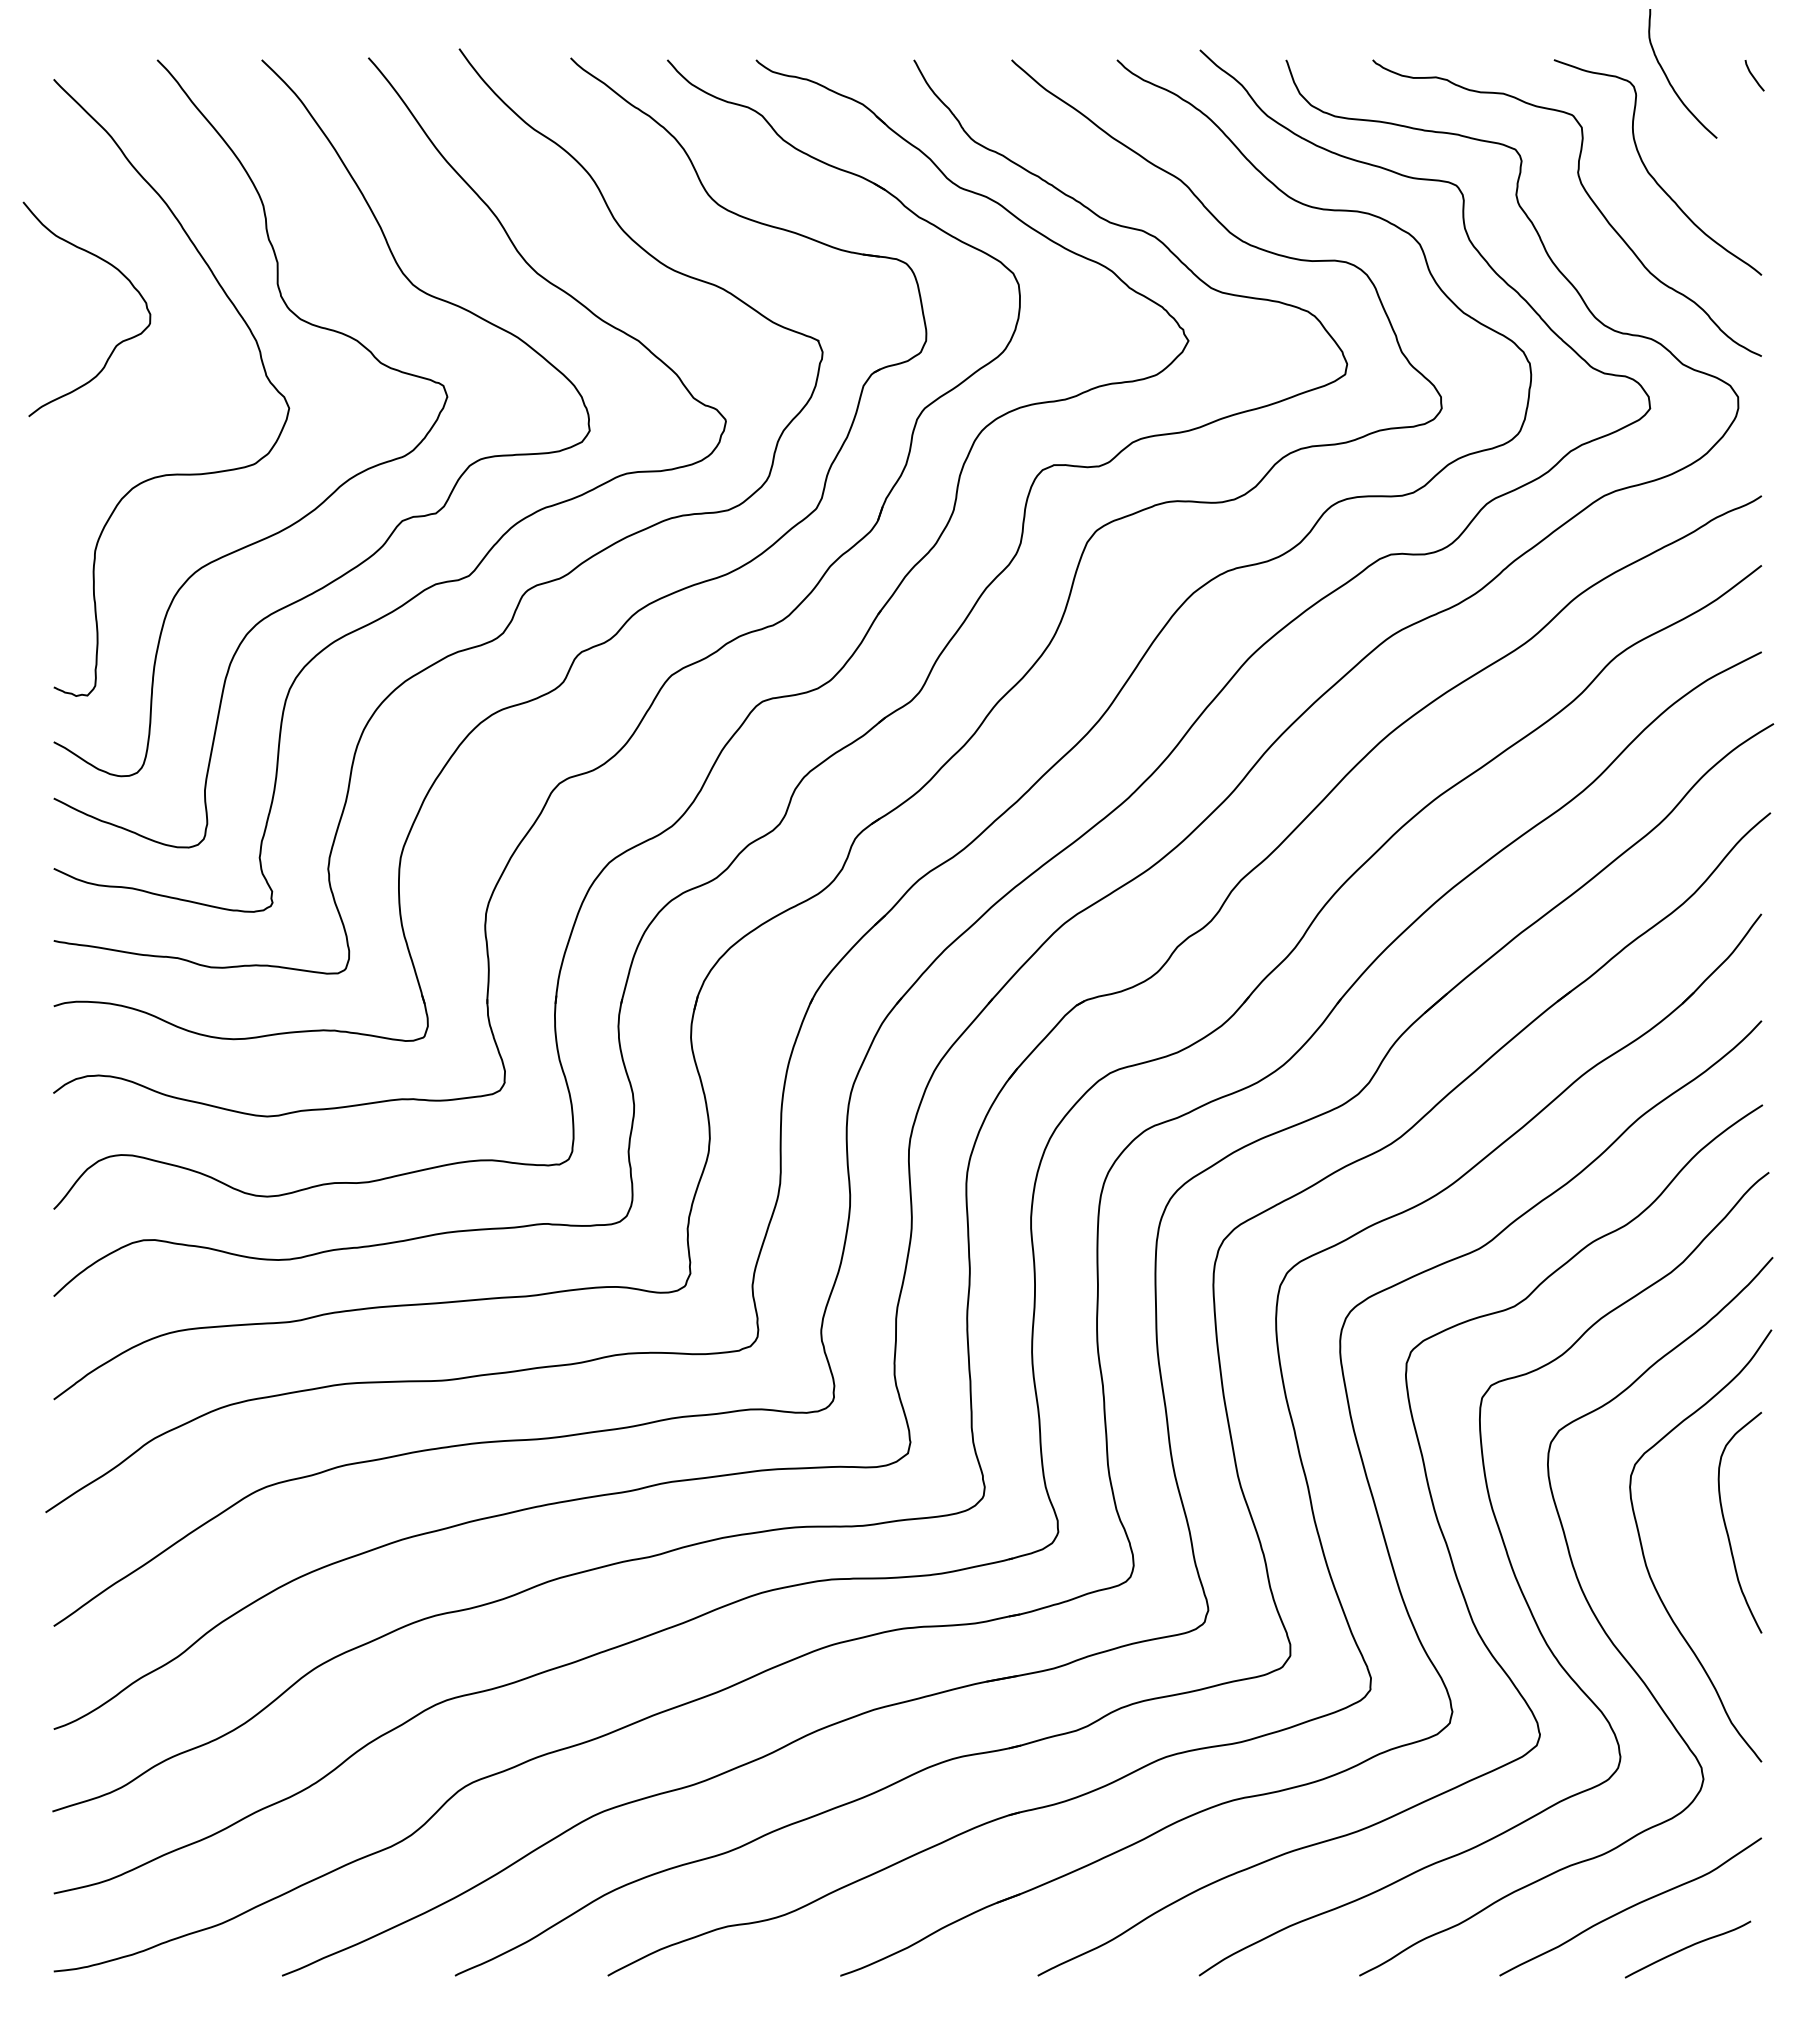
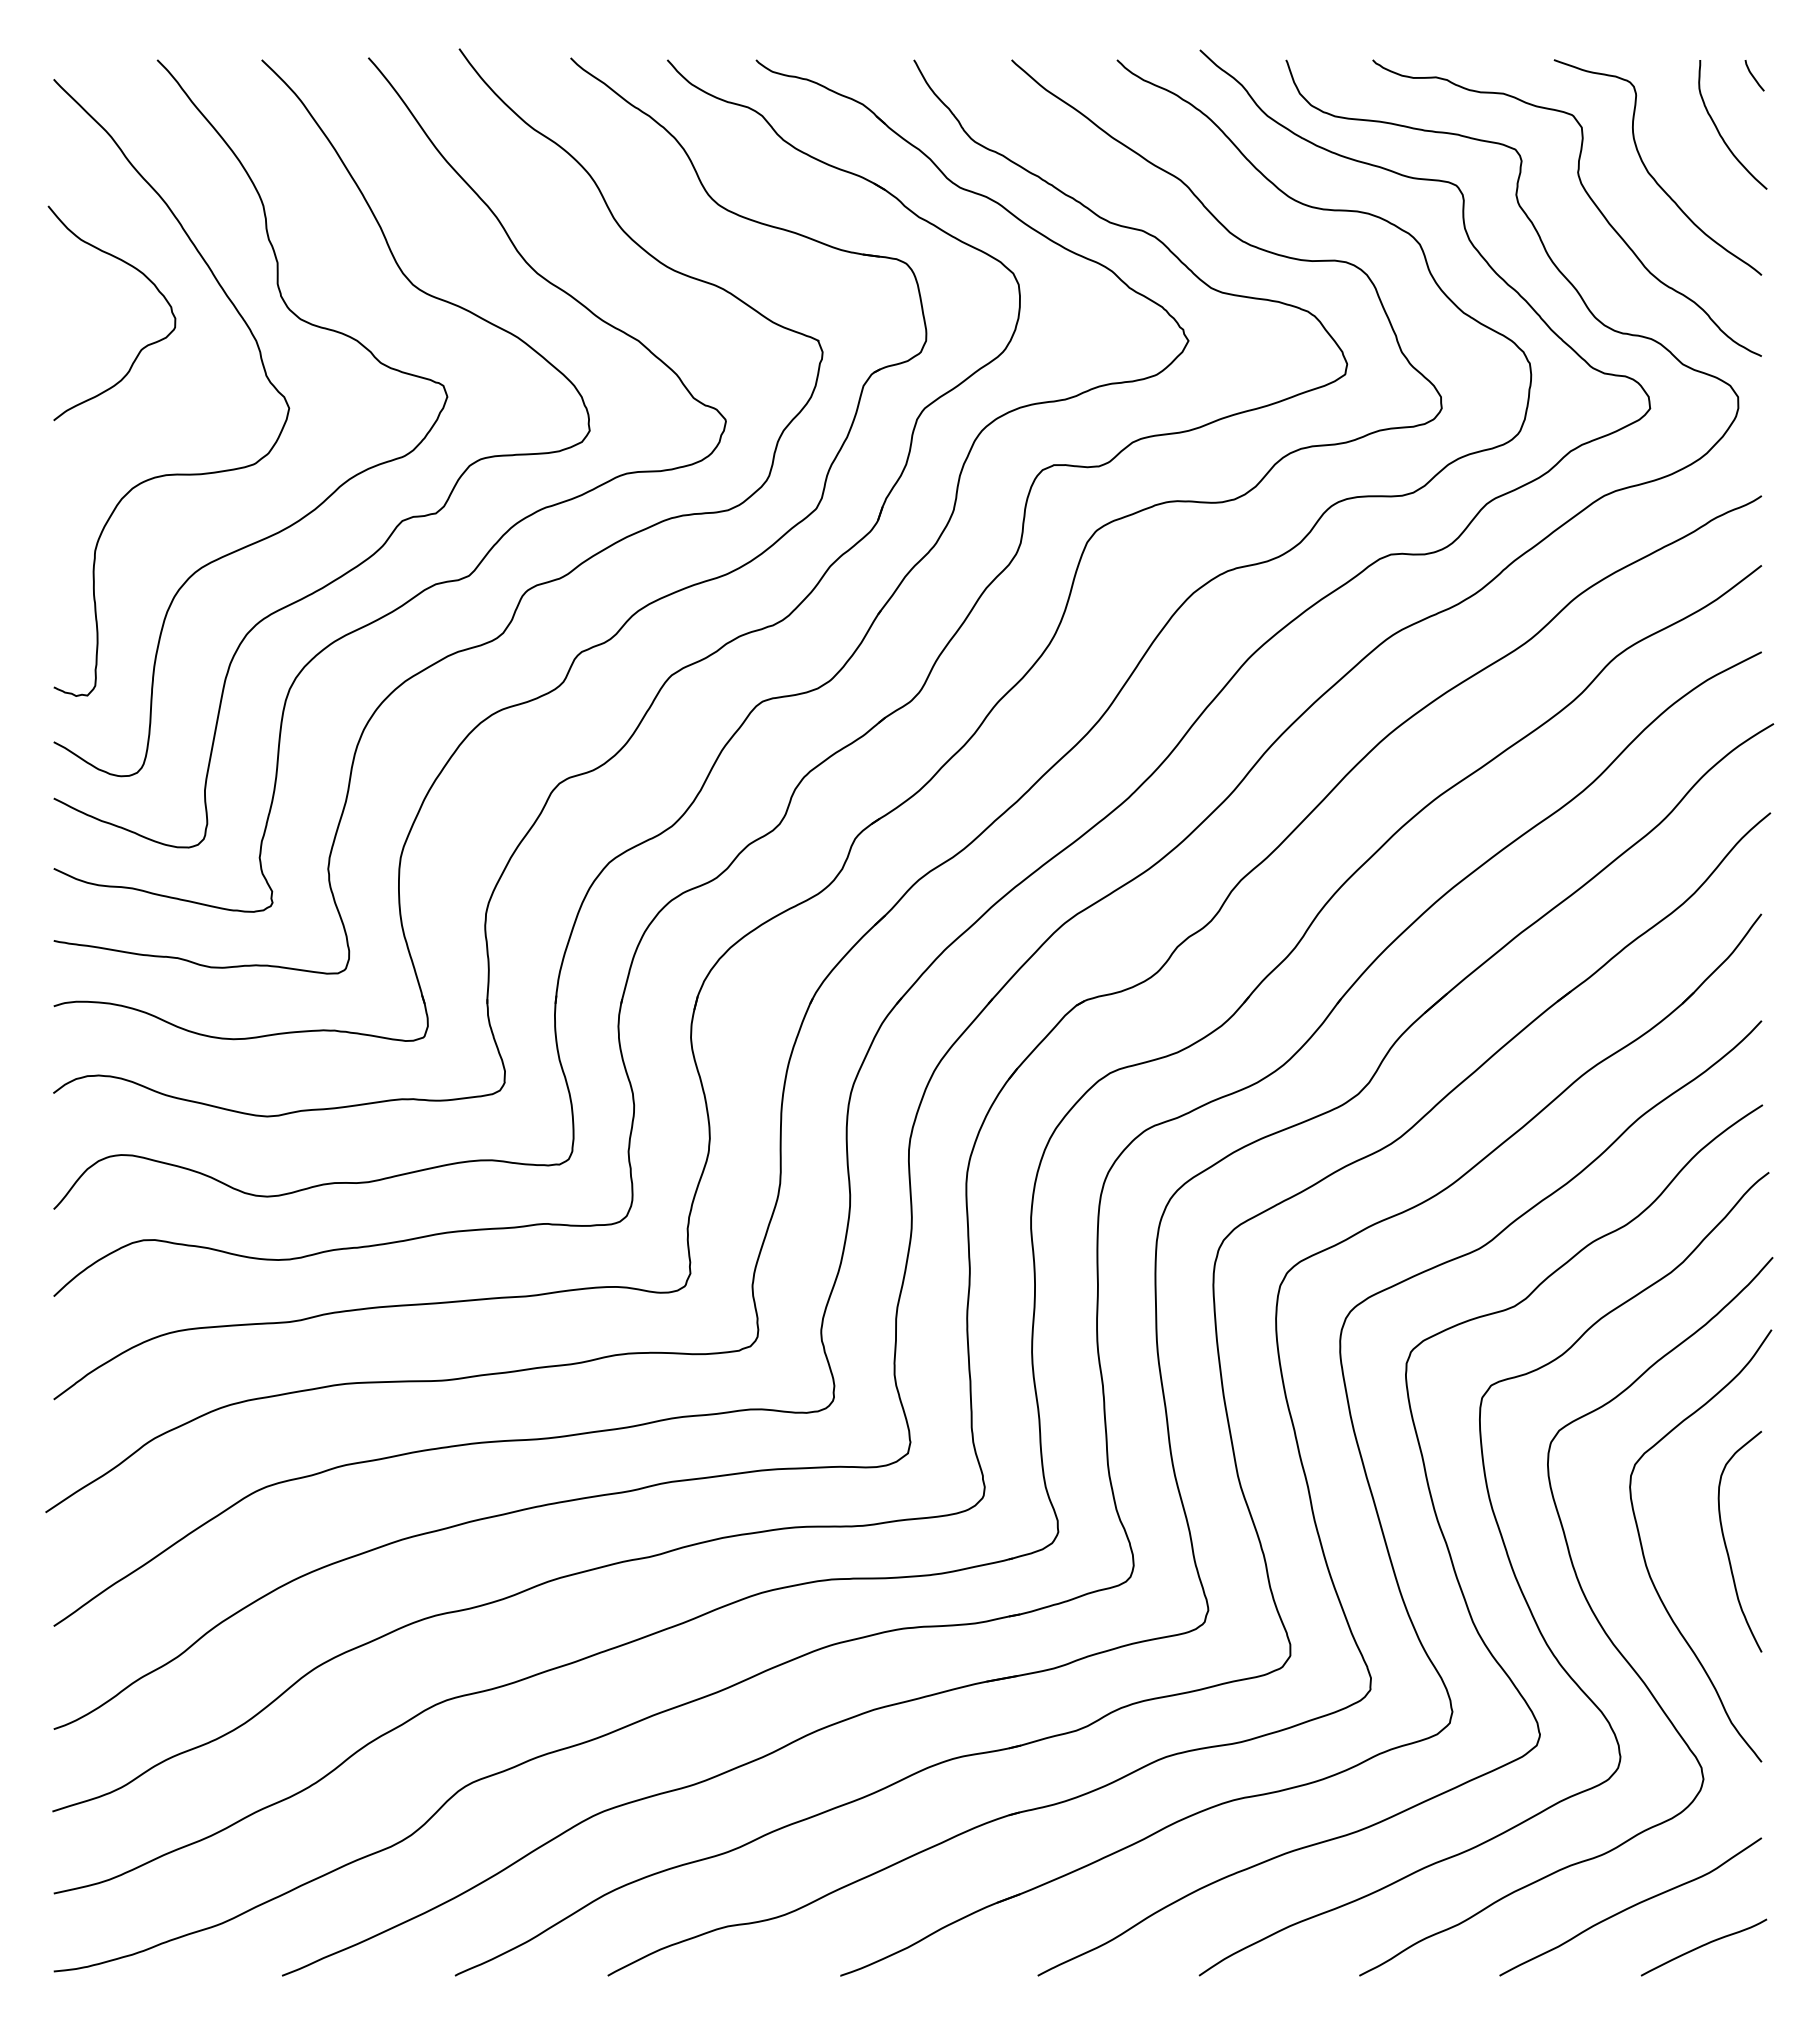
curve at (1669, 80) position: (1669, 80) -> (1719, 131)
curve at (117, 343) position: (117, 343) -> (142, 347)
curve at (1726, 1525) position: (1726, 1525) -> (1726, 1544)
curve at (1687, 1948) position: (1687, 1948) -> (1703, 1946)
